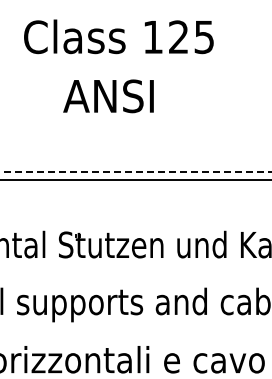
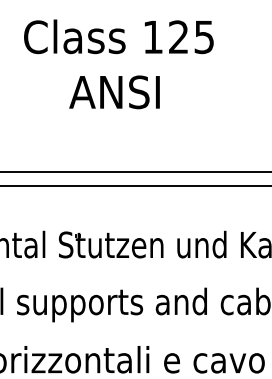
text at (108, 96) position: (108, 96) -> (114, 92)
line at (135, 172): dashed -> solid
line at (135, 180) position: (135, 180) -> (135, 186)
